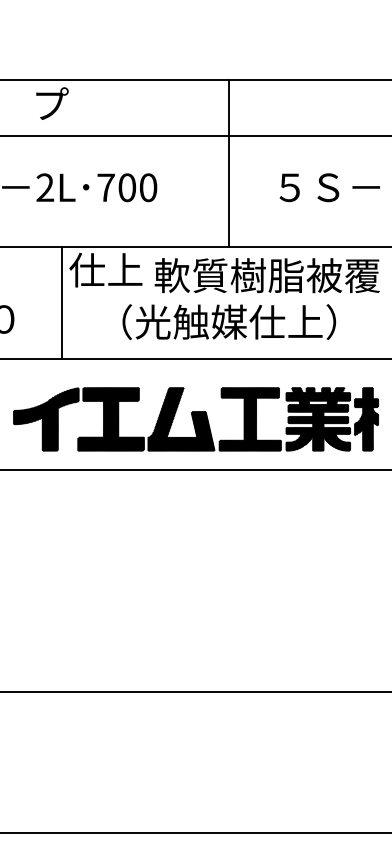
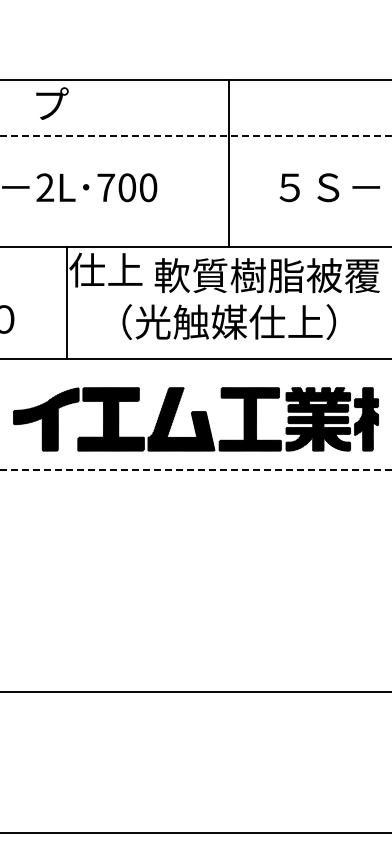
line at (196, 135): solid -> dashed
line at (61, 302) position: (61, 302) -> (66, 302)
line at (196, 470): solid -> dashed
